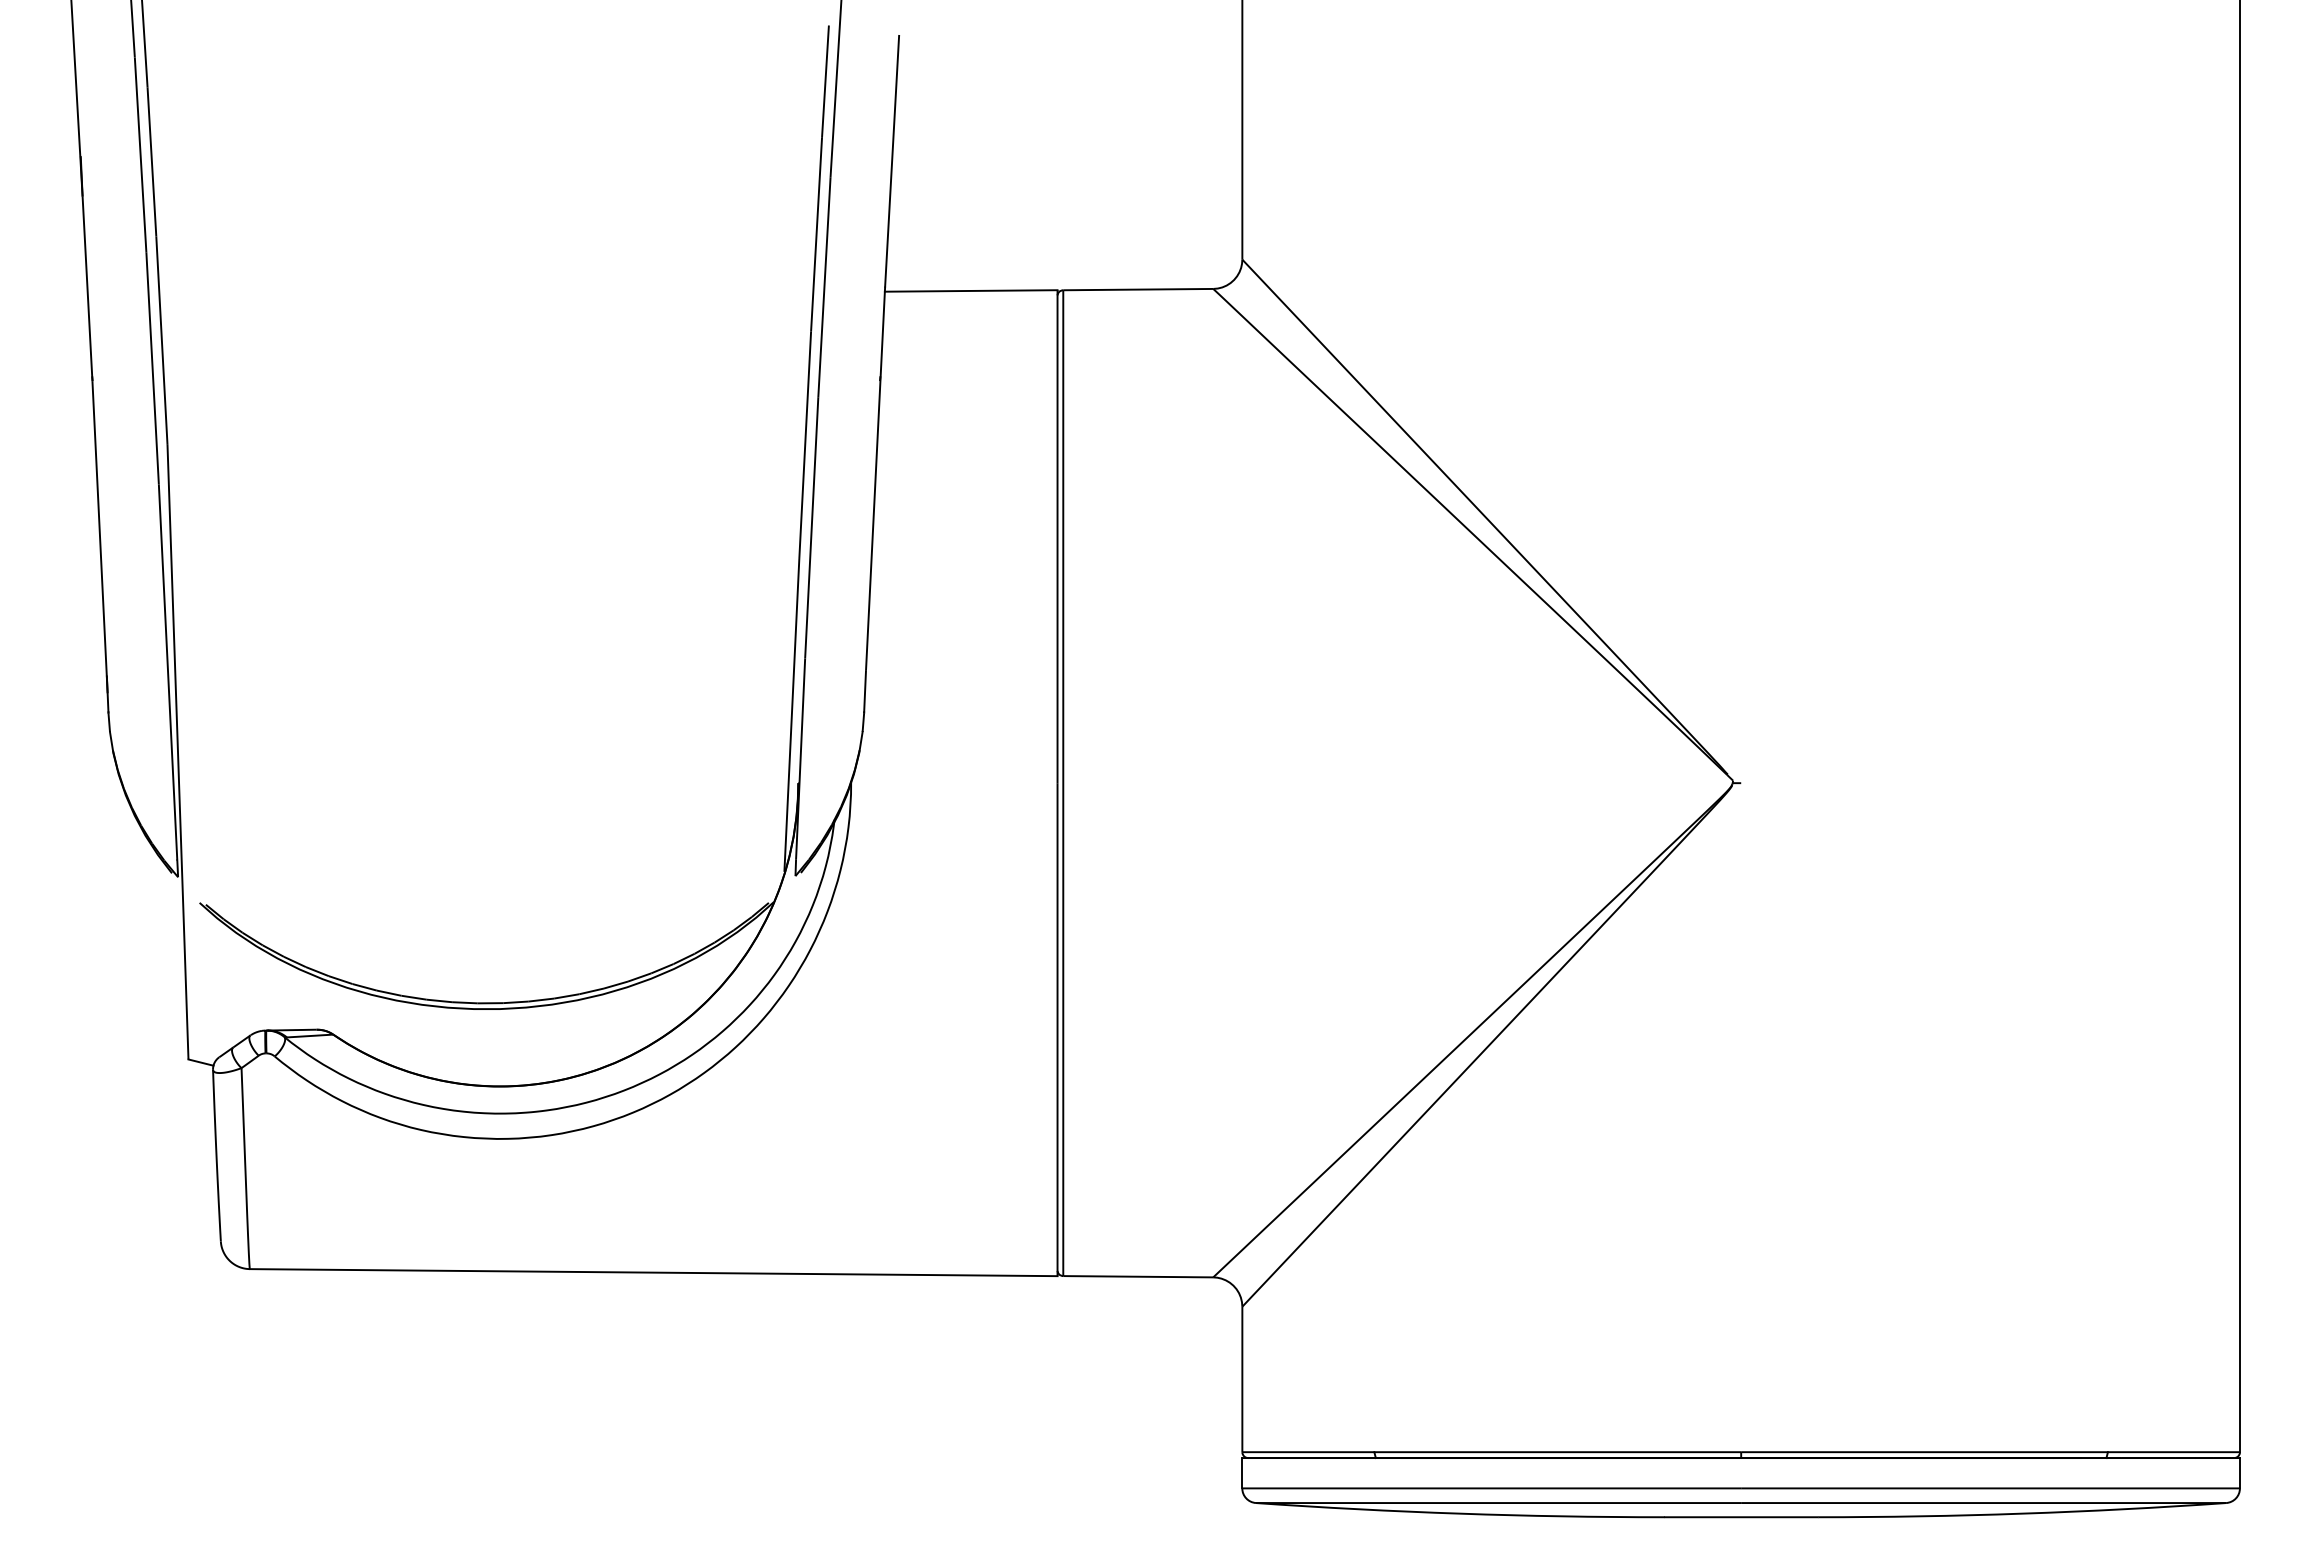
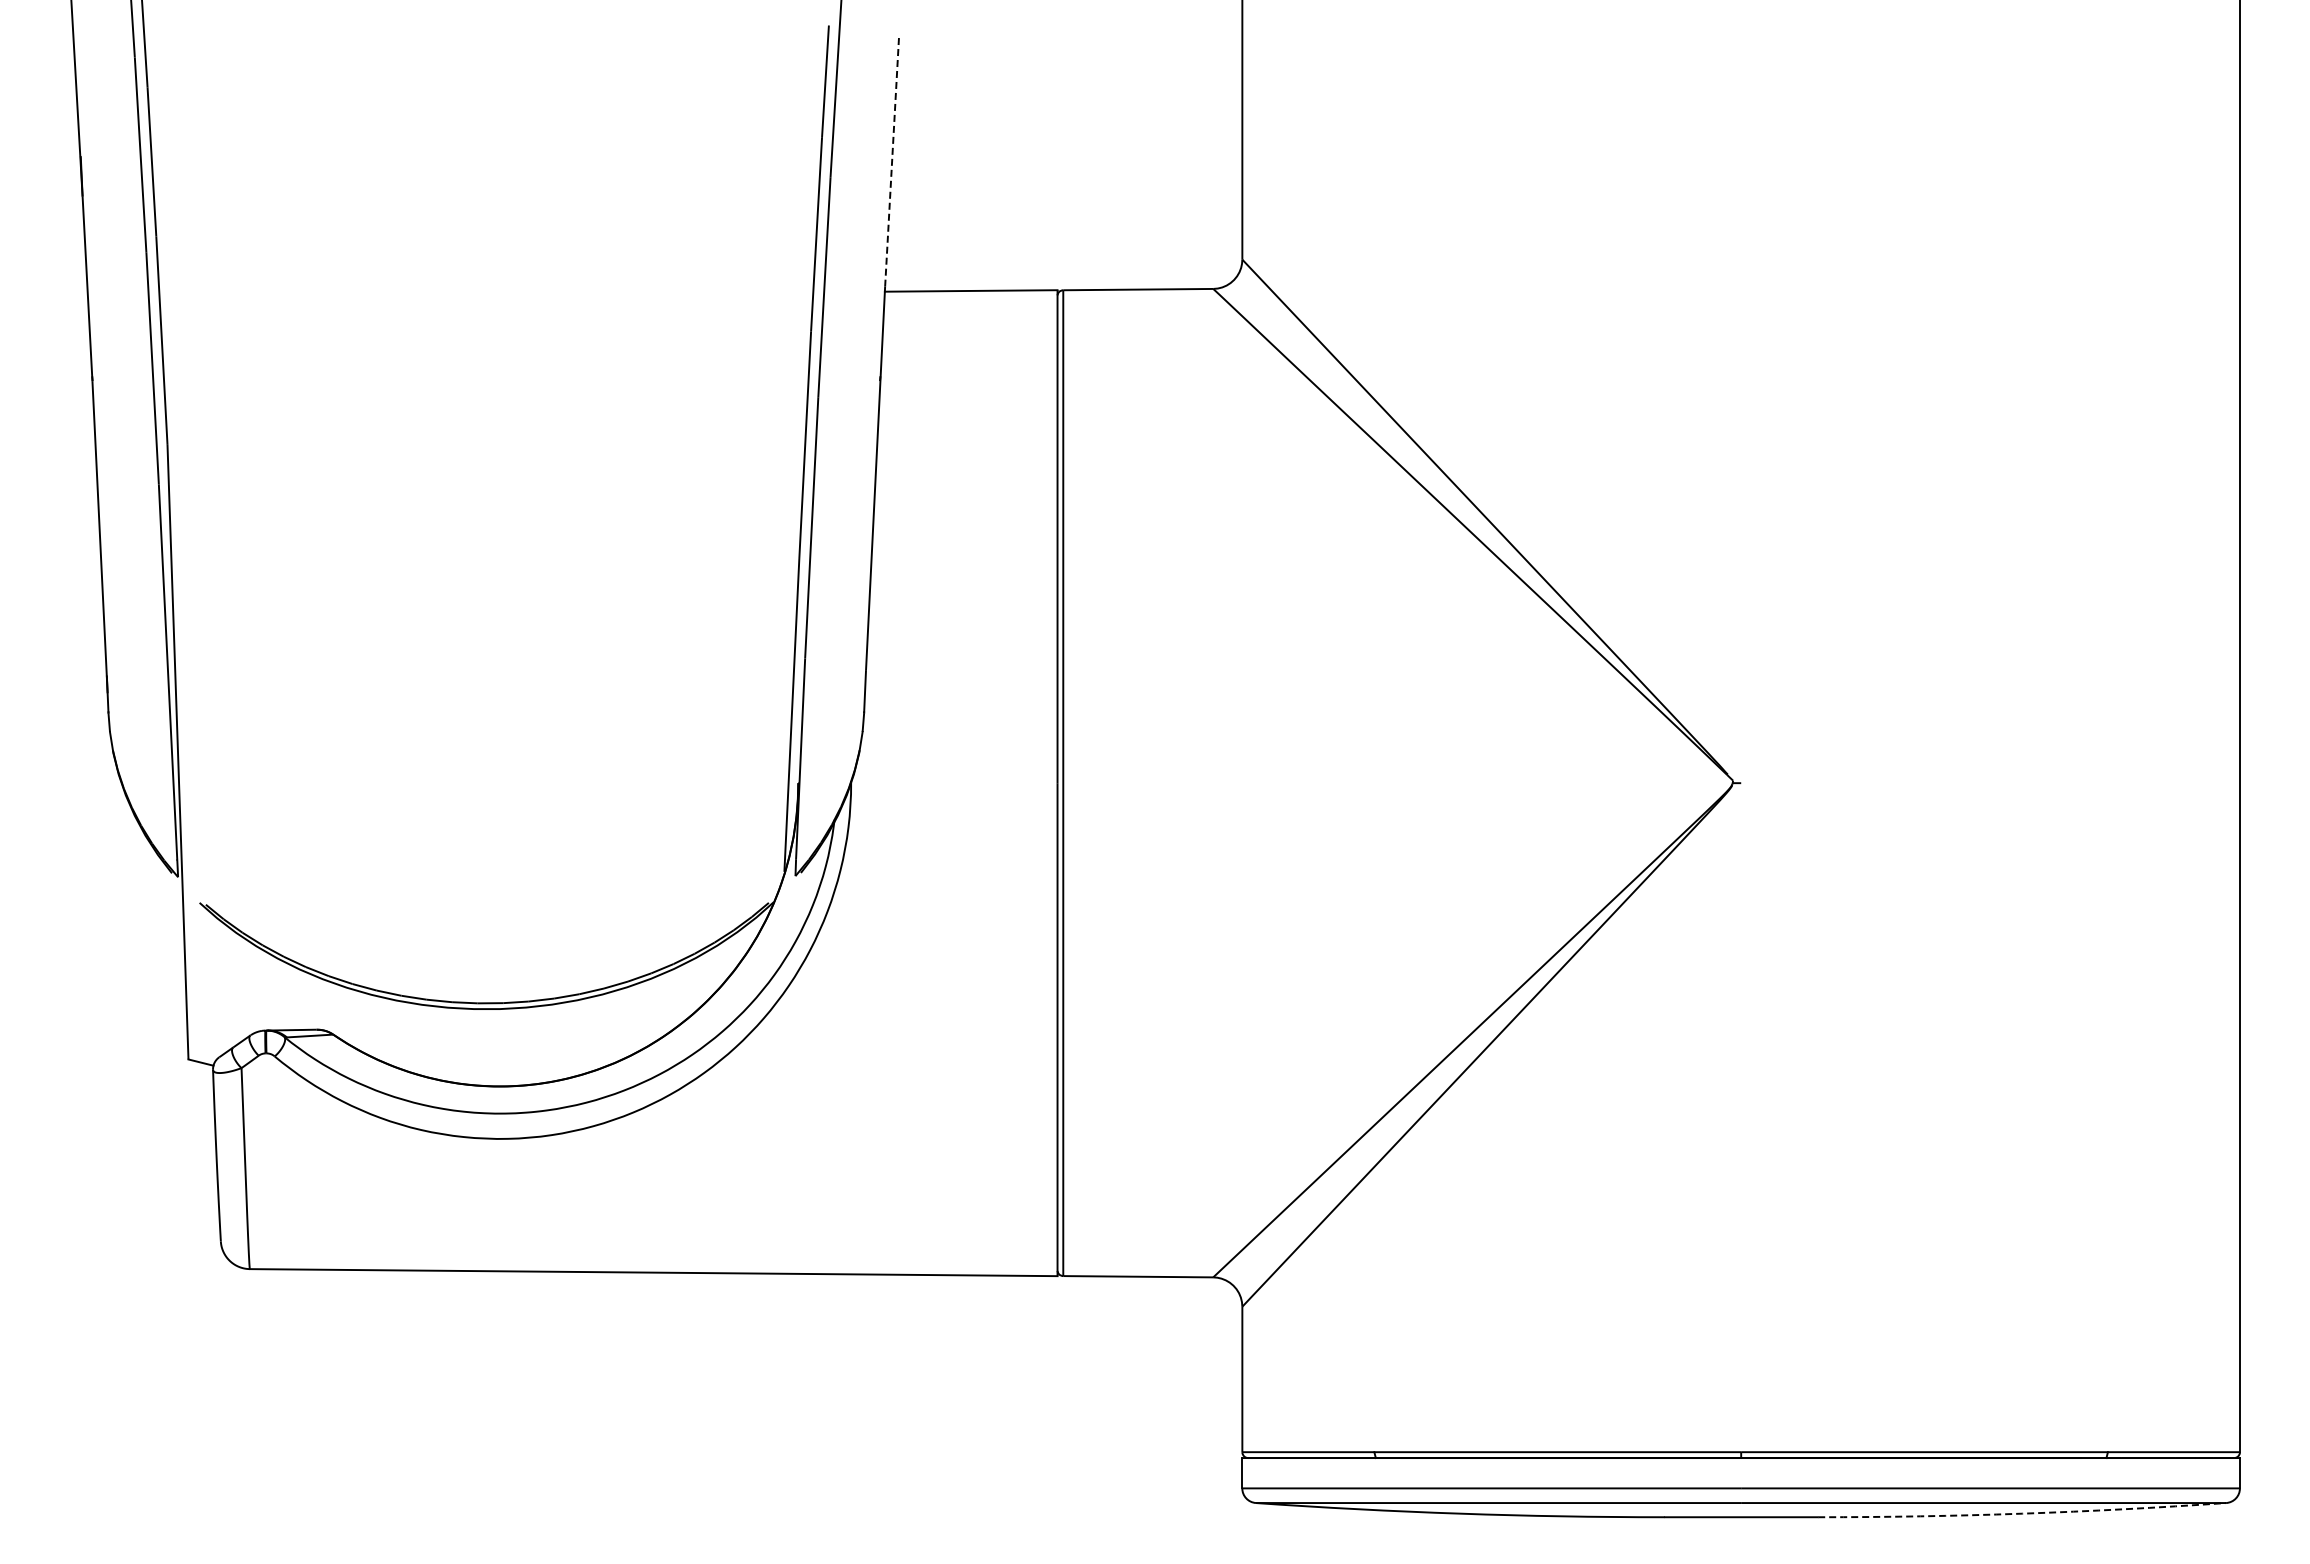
line at (892, 161): solid -> dashed
arc at (2022, 1513): solid -> dashed
